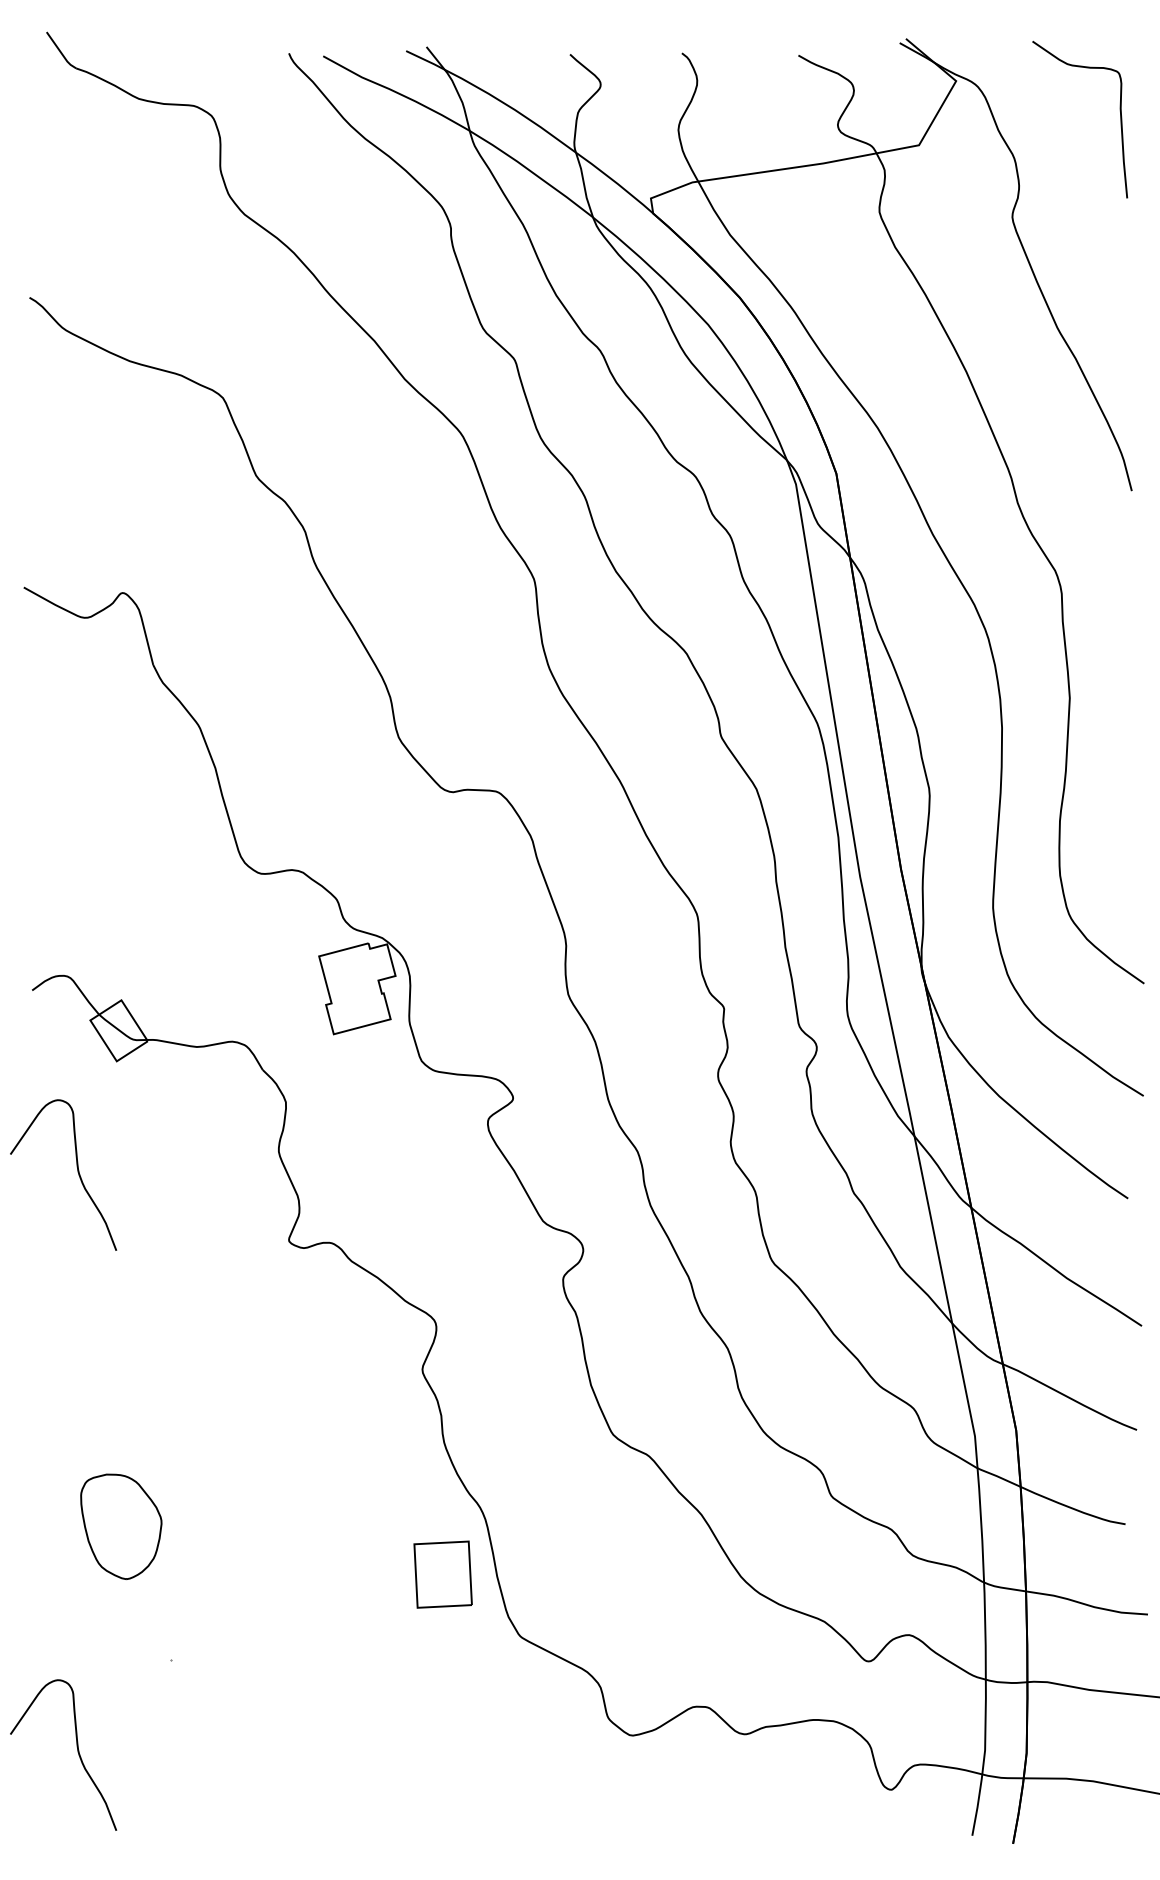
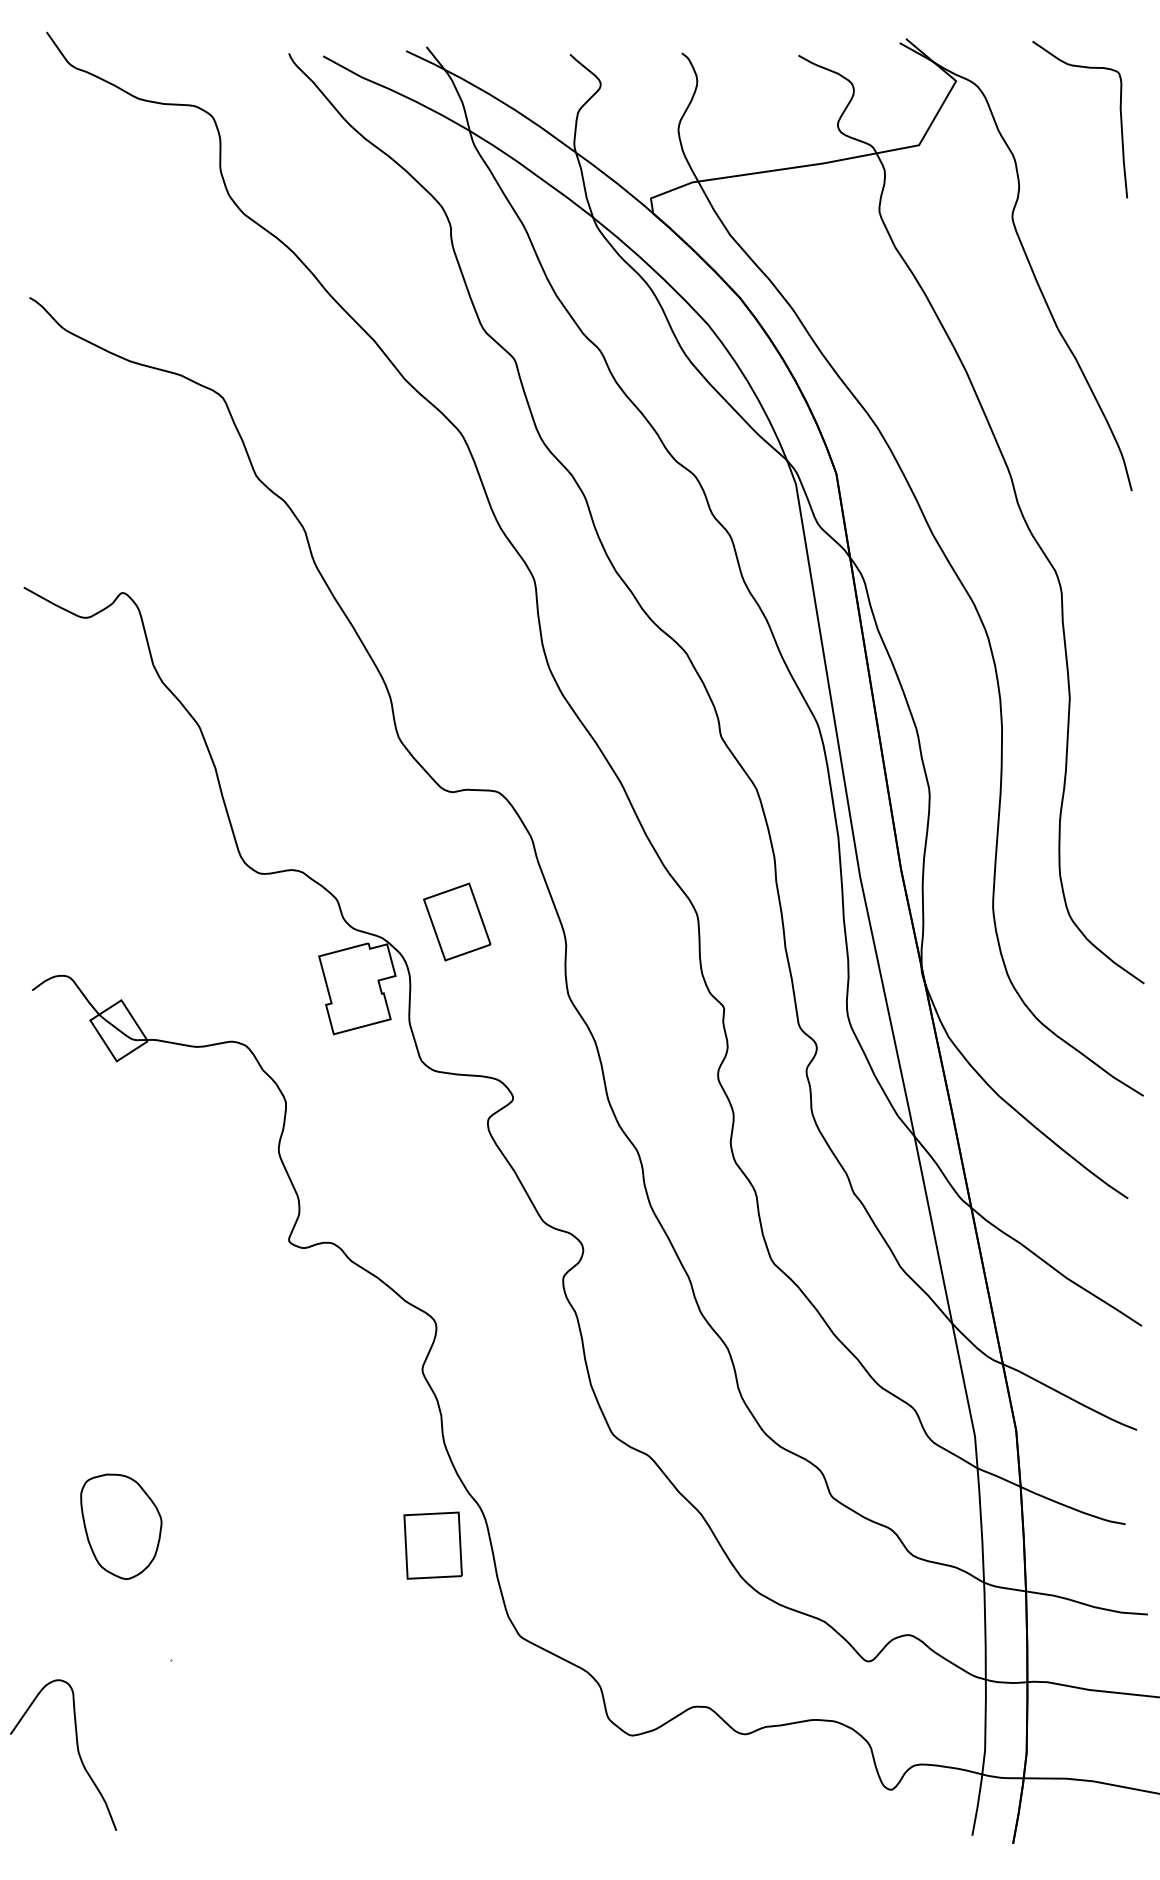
part at (457, 921): none -> present
curve at (77, 1172): present -> none
part at (442, 1574) position: (442, 1574) -> (432, 1545)
